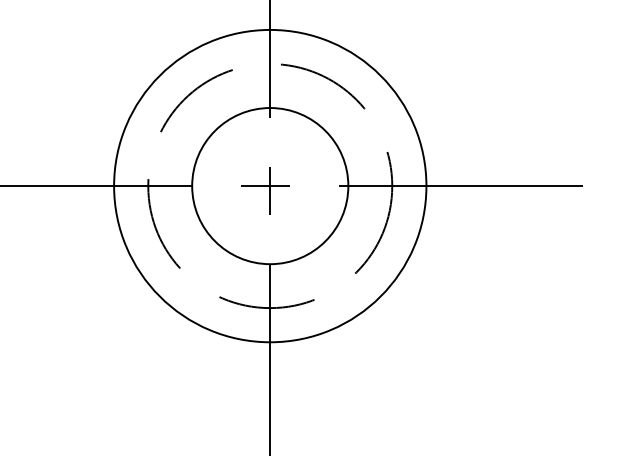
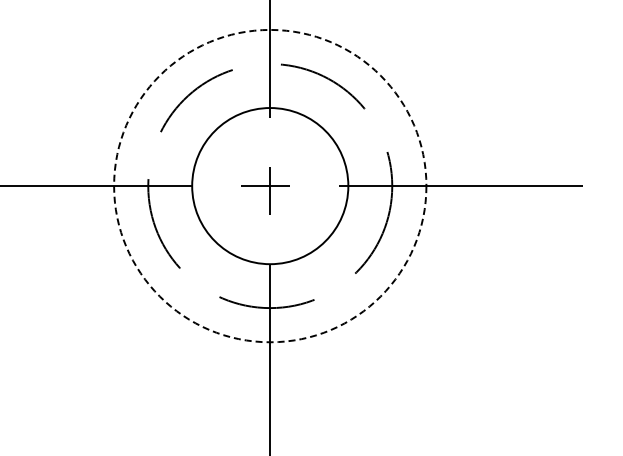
circle at (270, 185): solid -> dashed
